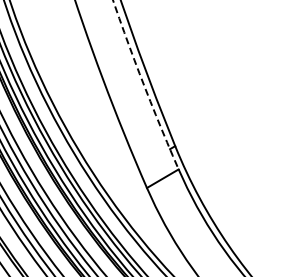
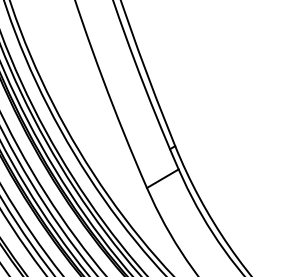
arc at (144, 85): dashed -> solid
